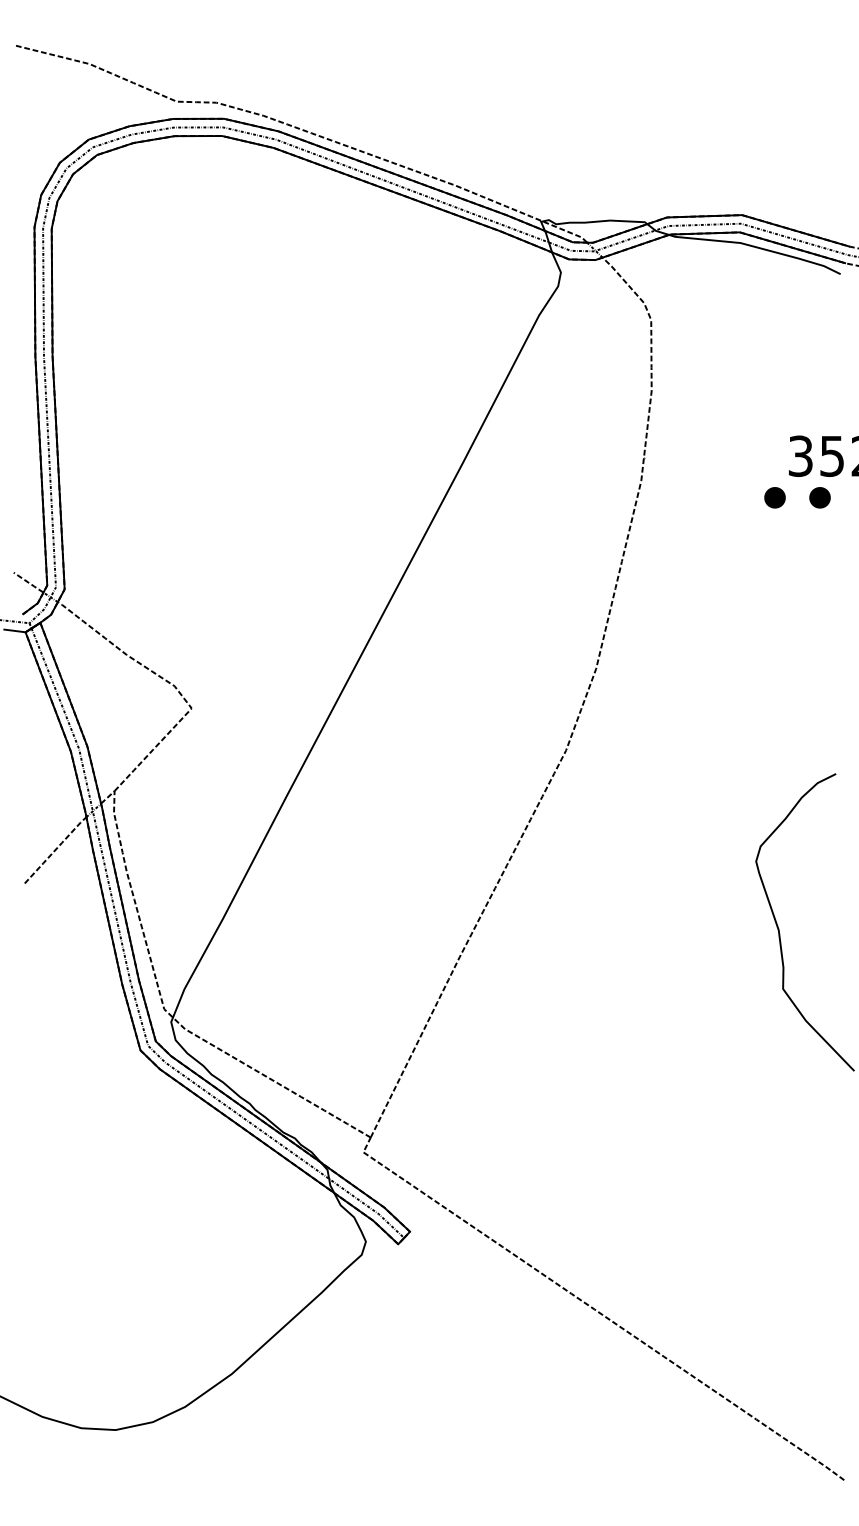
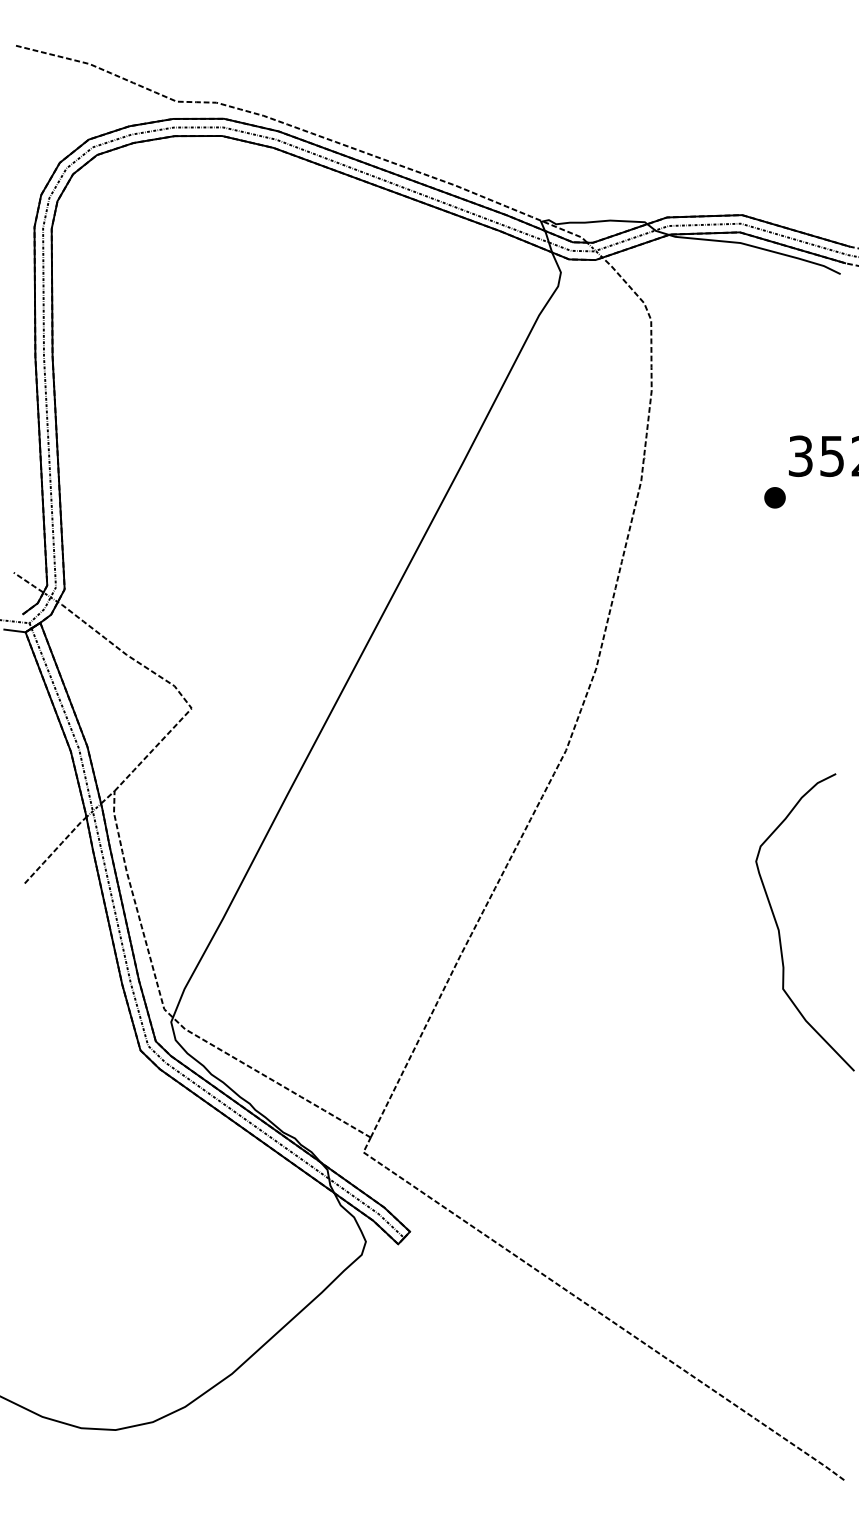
part at (819, 497): present -> none
